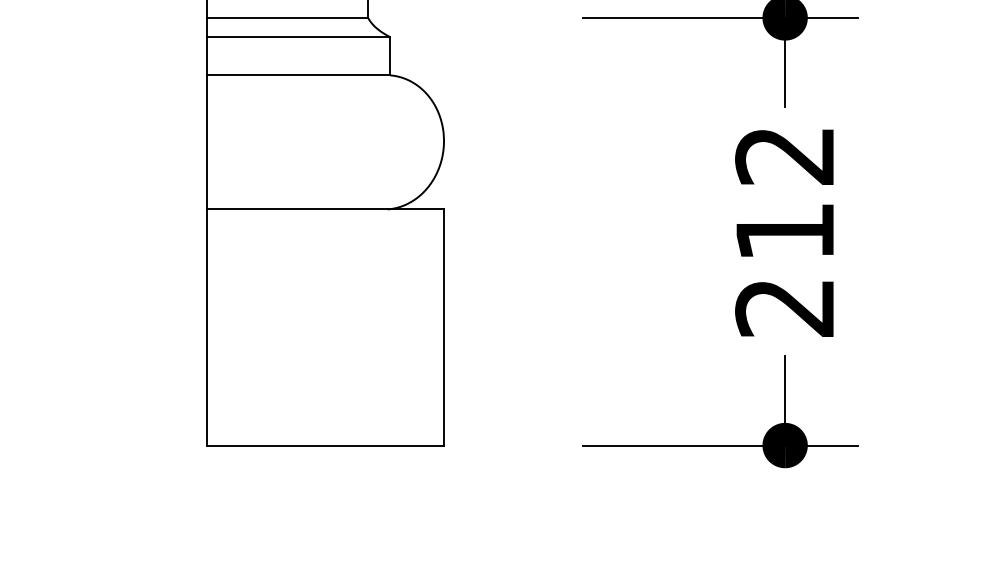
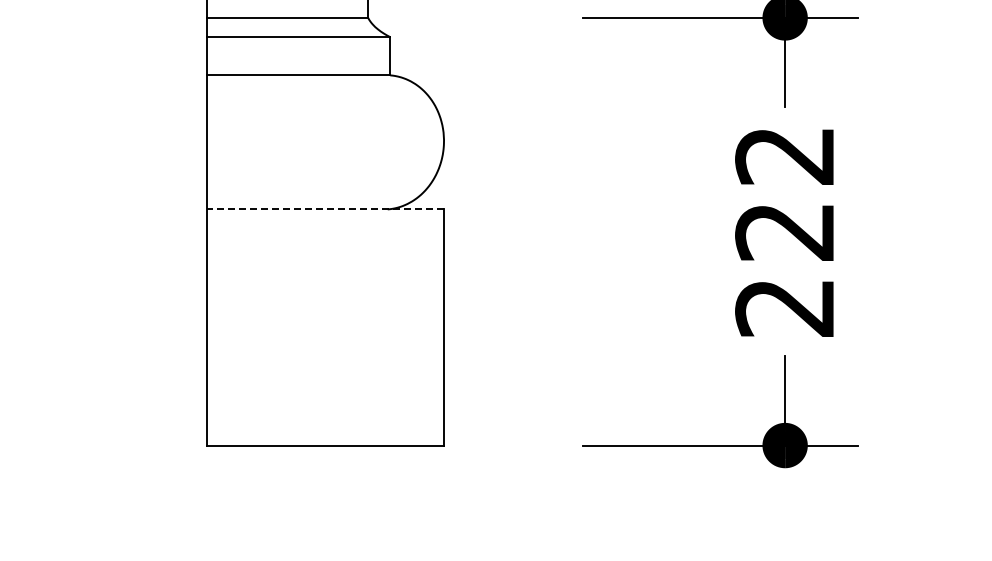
line at (325, 209): solid -> dashed
text at (784, 232): 212 -> 222
